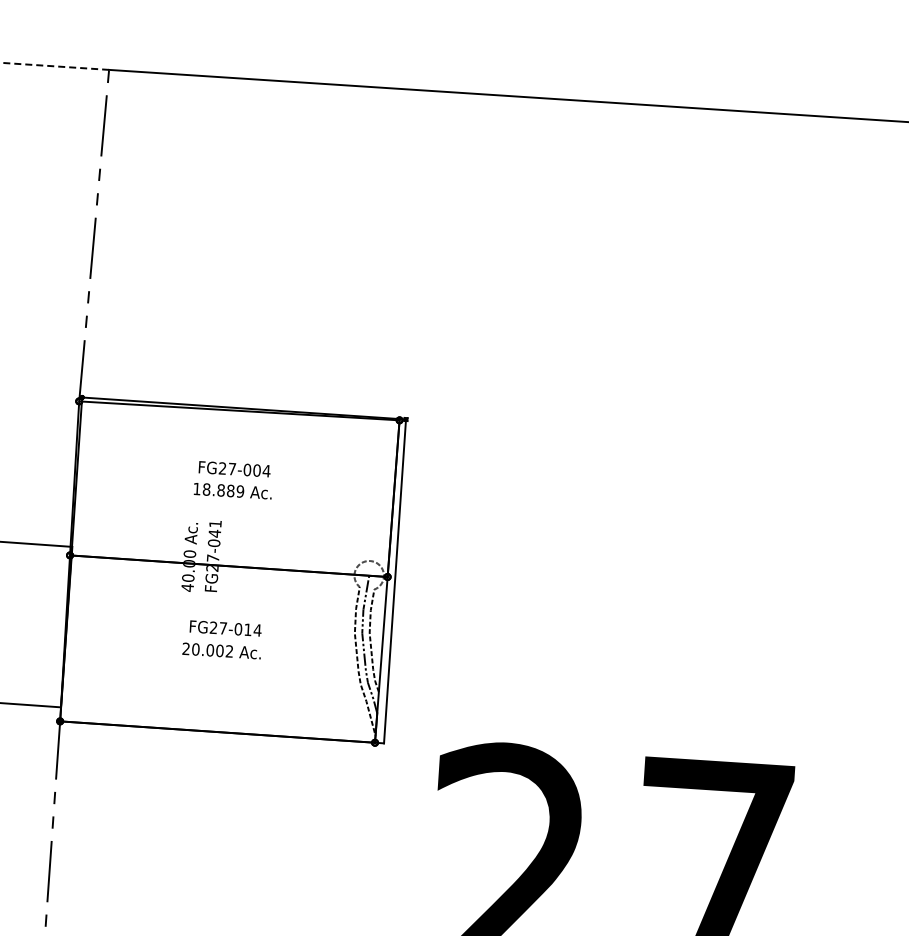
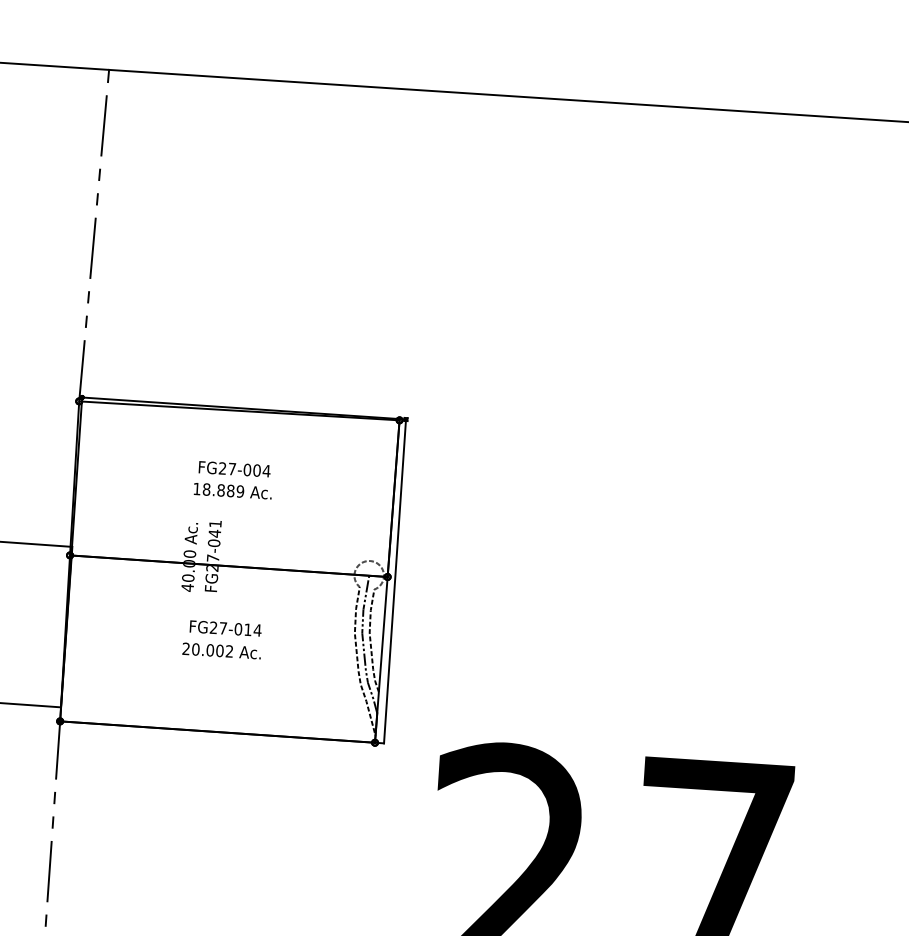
line at (54, 66): dashed -> solid
